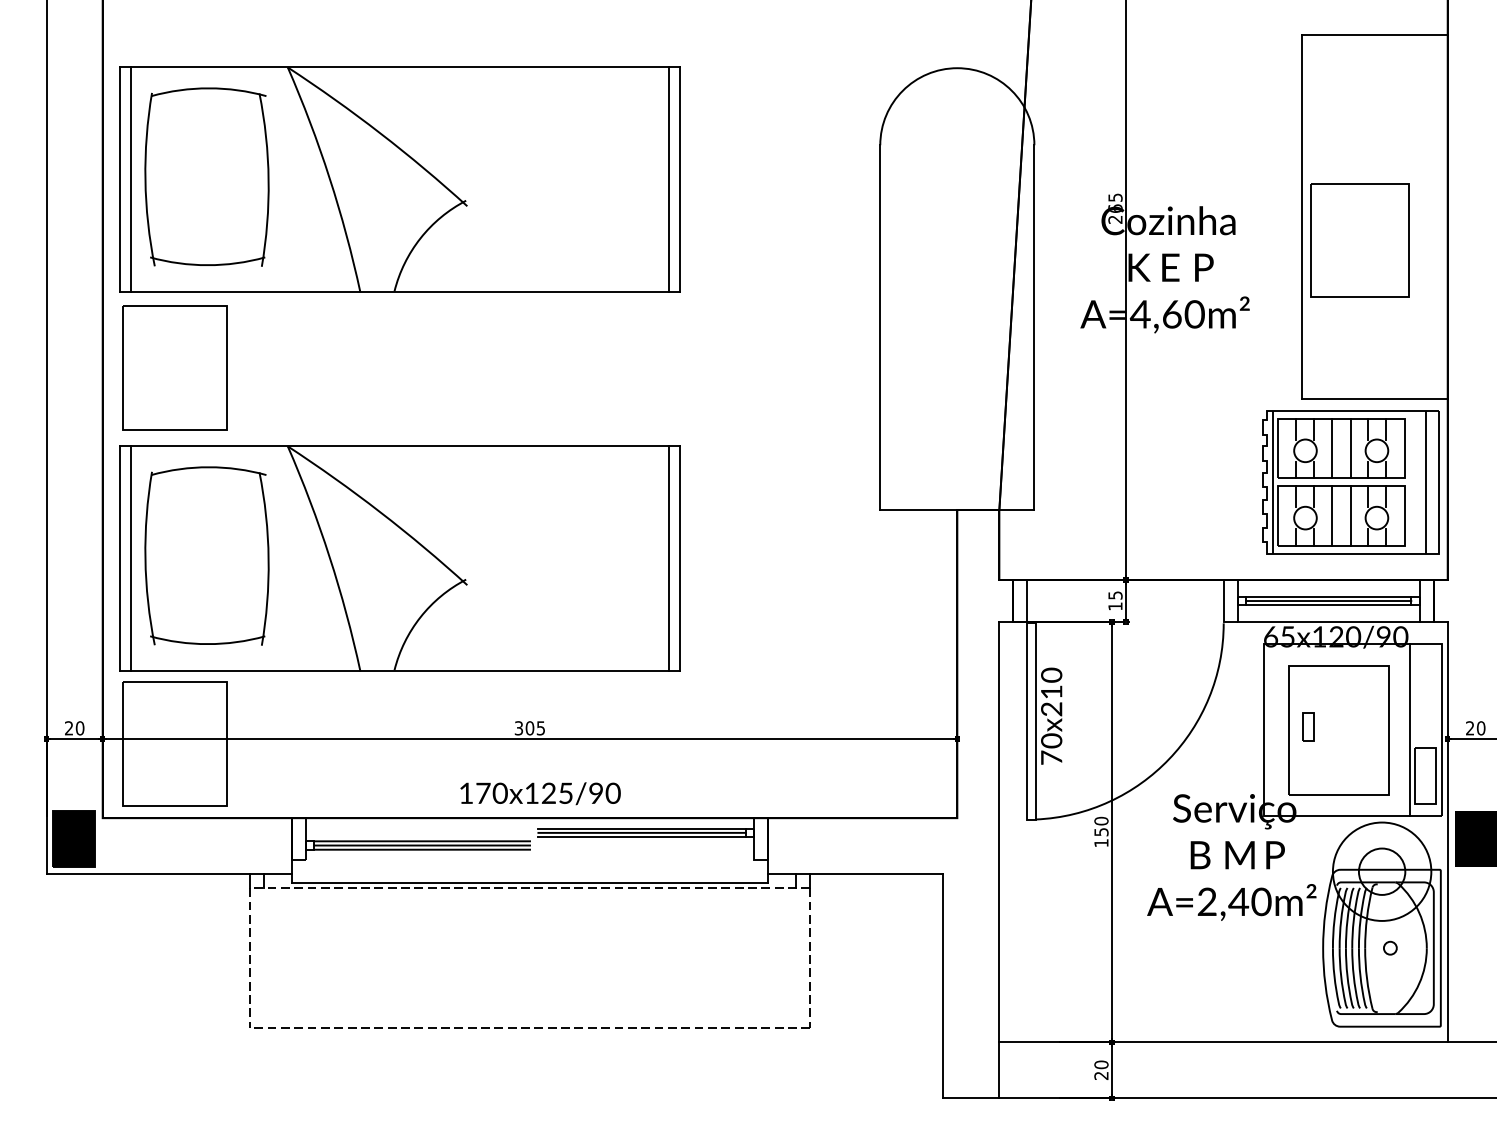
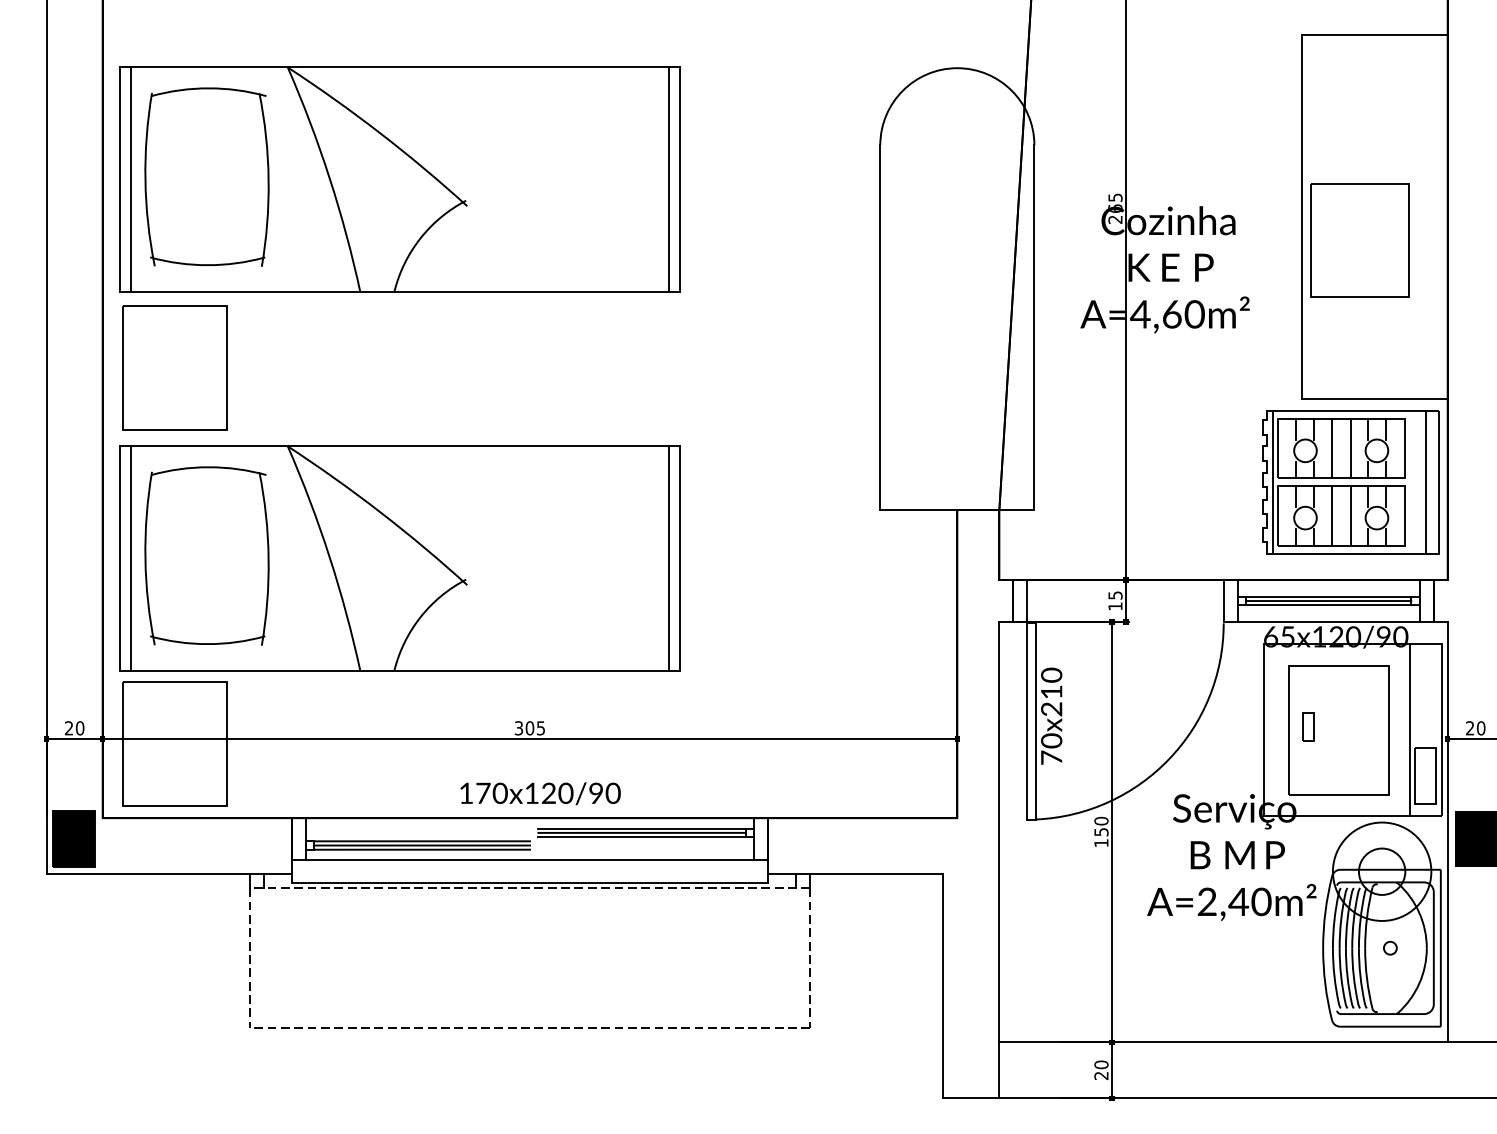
text at (565, 792): 170x125/90 -> 170x120/90
line at (529, 860): none -> present
